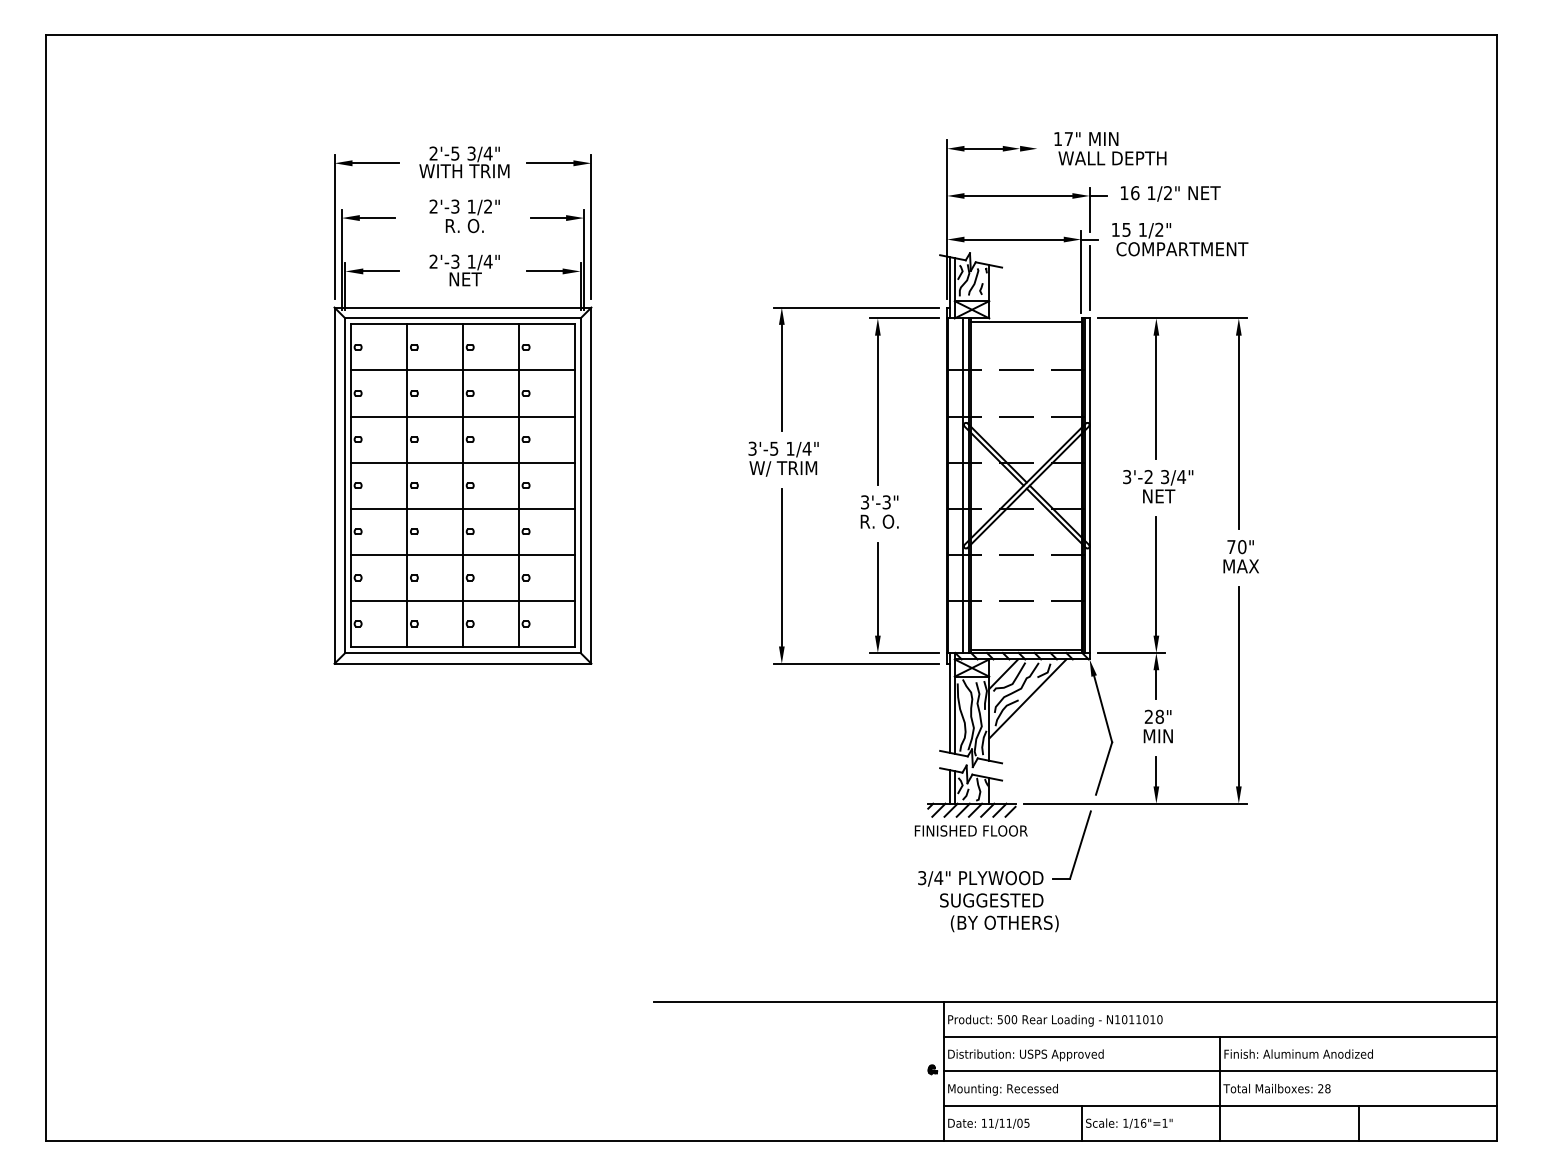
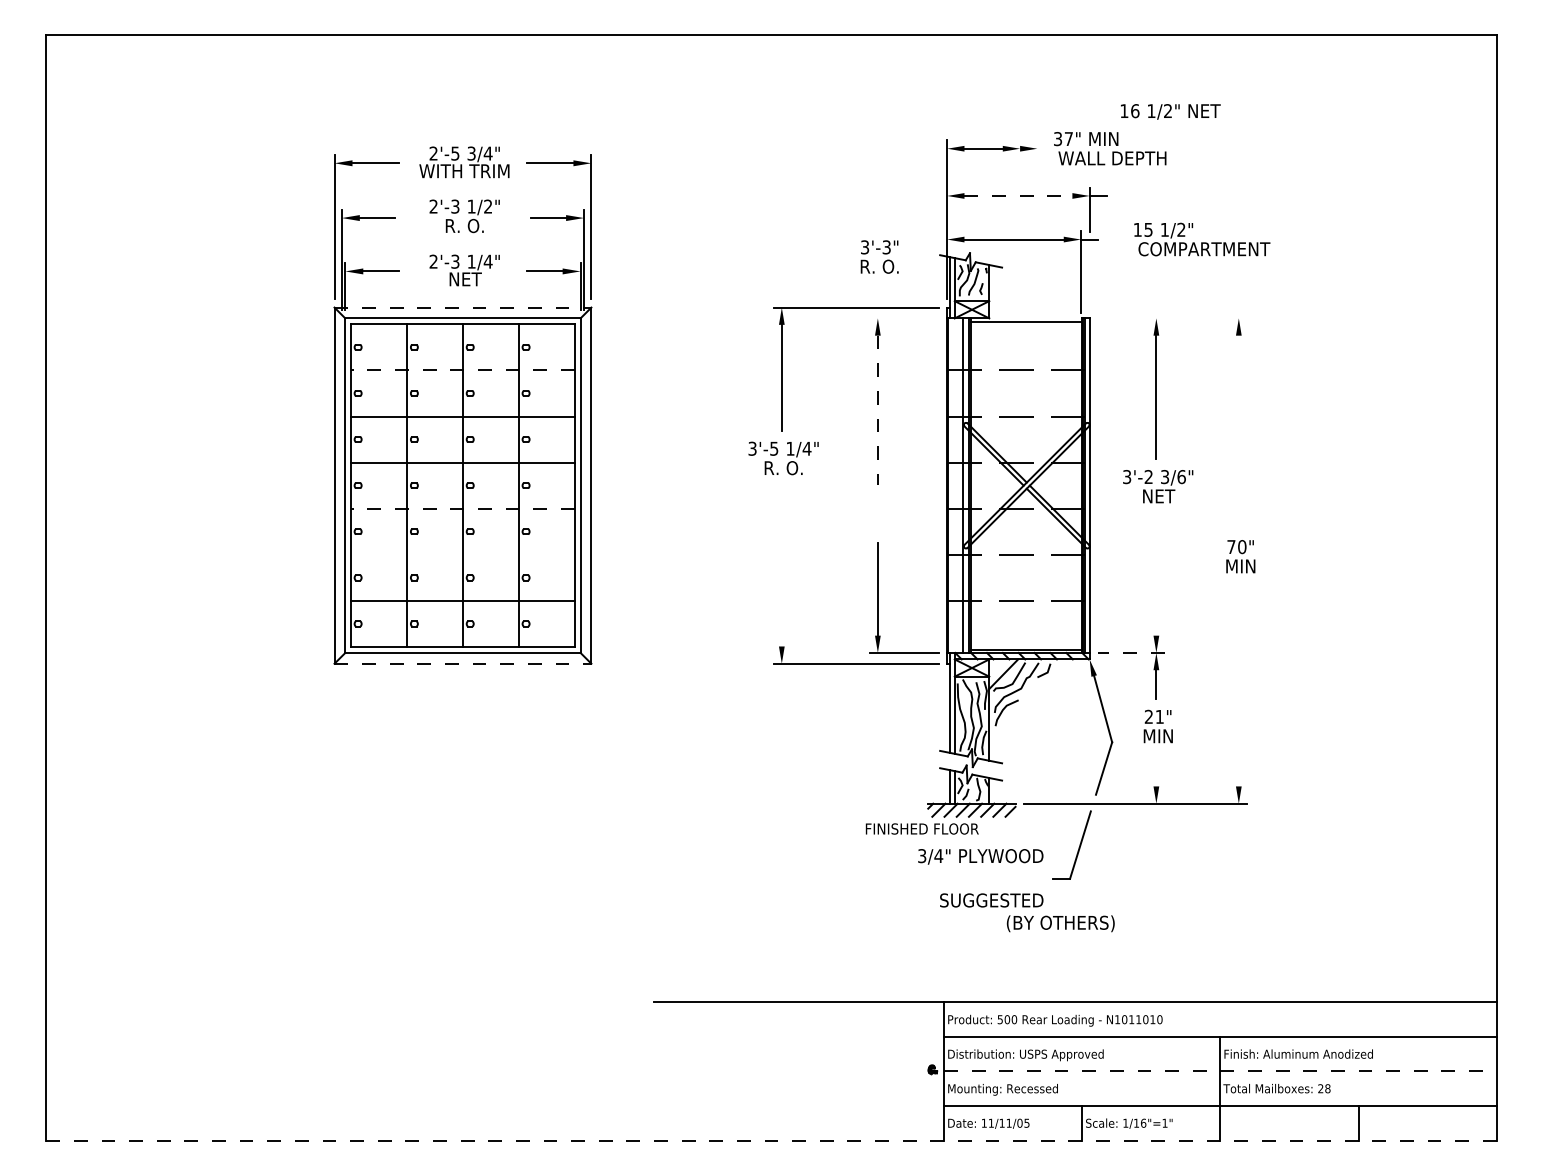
text at (1058, 139): 17" -> 37"
text at (1170, 193) position: (1170, 193) -> (1170, 111)
line at (1018, 195): solid -> dashed
text at (1180, 239) position: (1180, 239) -> (1202, 239)
line at (1089, 277): present -> none
line at (463, 307): solid -> dashed
line at (903, 318): present -> none
line at (1172, 318): present -> none
line at (462, 370): solid -> dashed
line at (877, 410): solid -> dashed
line at (1238, 432): present -> none
text at (783, 468): W/ TRIM -> R. O.
text at (1181, 477): 3/4" -> 3/6"
line at (462, 508): solid -> dashed
text at (879, 511) position: (879, 511) -> (879, 256)
line at (462, 554): present -> none
text at (1240, 566): MAX -> MIN
line at (781, 567): present -> none
line at (1156, 576): present -> none
line at (1130, 652): solid -> dashed
line at (463, 663): solid -> dashed
line at (1238, 686): present -> none
line at (1027, 698): present -> none
text at (1159, 716): 28" -> 21"
line at (1156, 771): present -> none
text at (970, 830) position: (970, 830) -> (921, 828)
text at (980, 878) position: (980, 878) -> (980, 856)
text at (1004, 923) position: (1004, 923) -> (1060, 923)
line at (1220, 1071): solid -> dashed
line at (772, 1140): solid -> dashed
